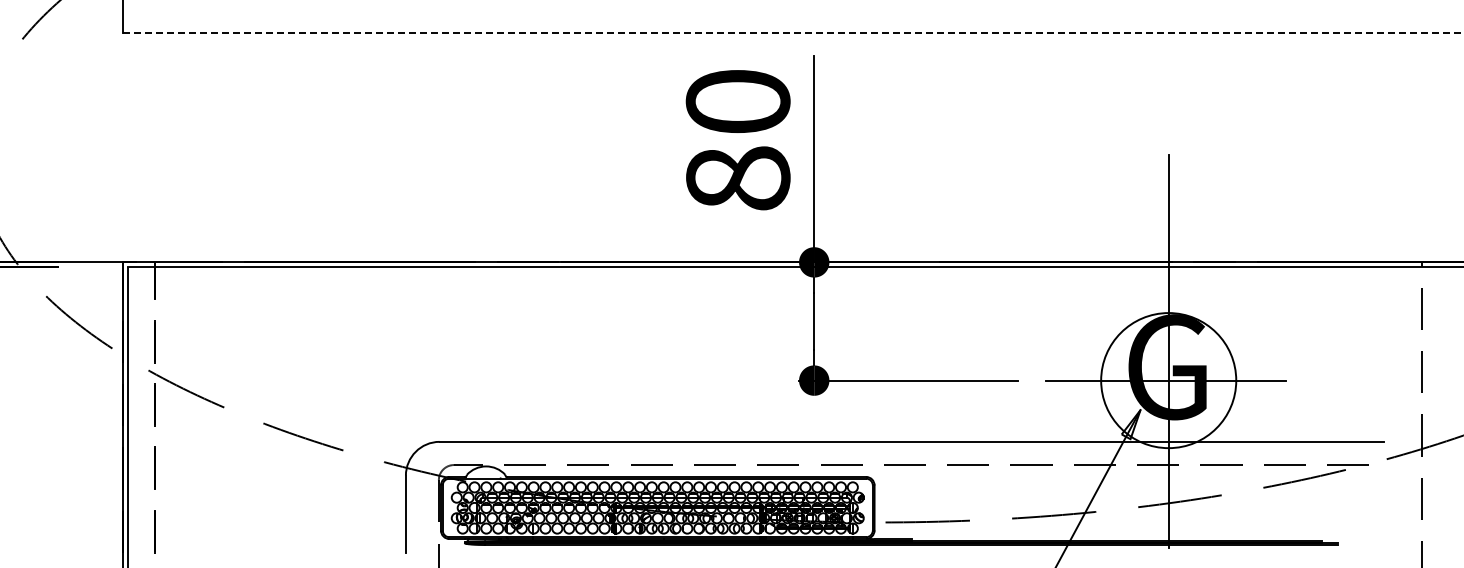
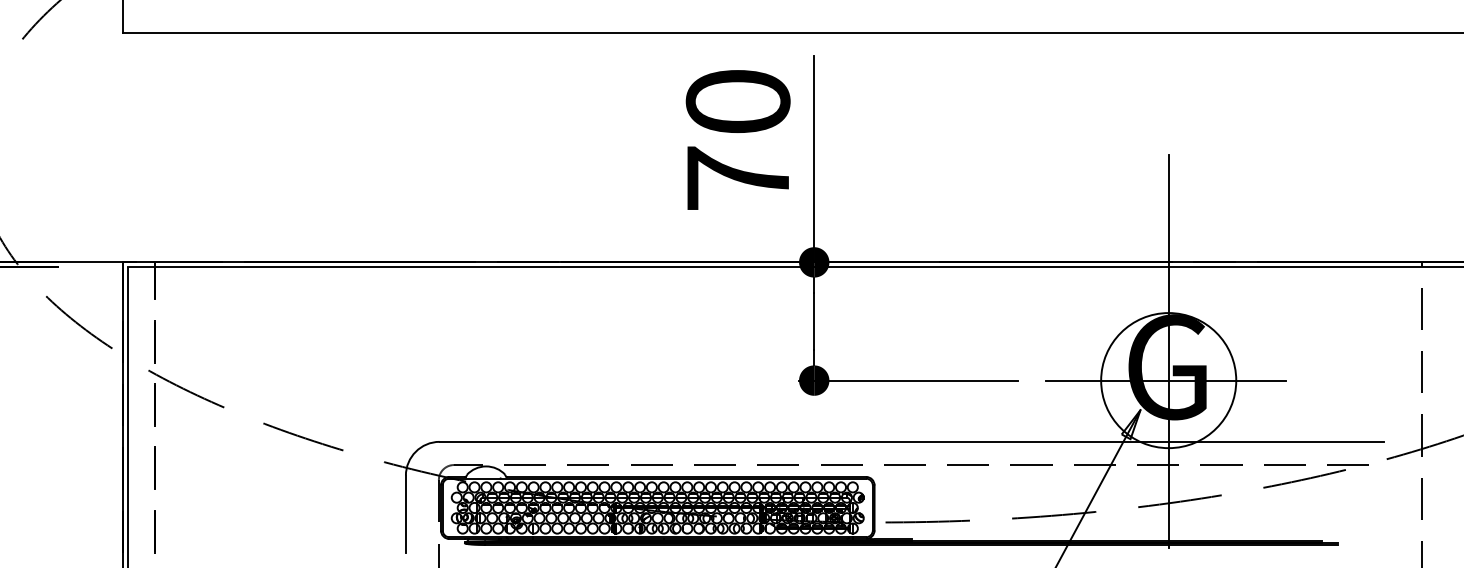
line at (794, 32): dashed -> solid
text at (738, 178): 80 -> 70
